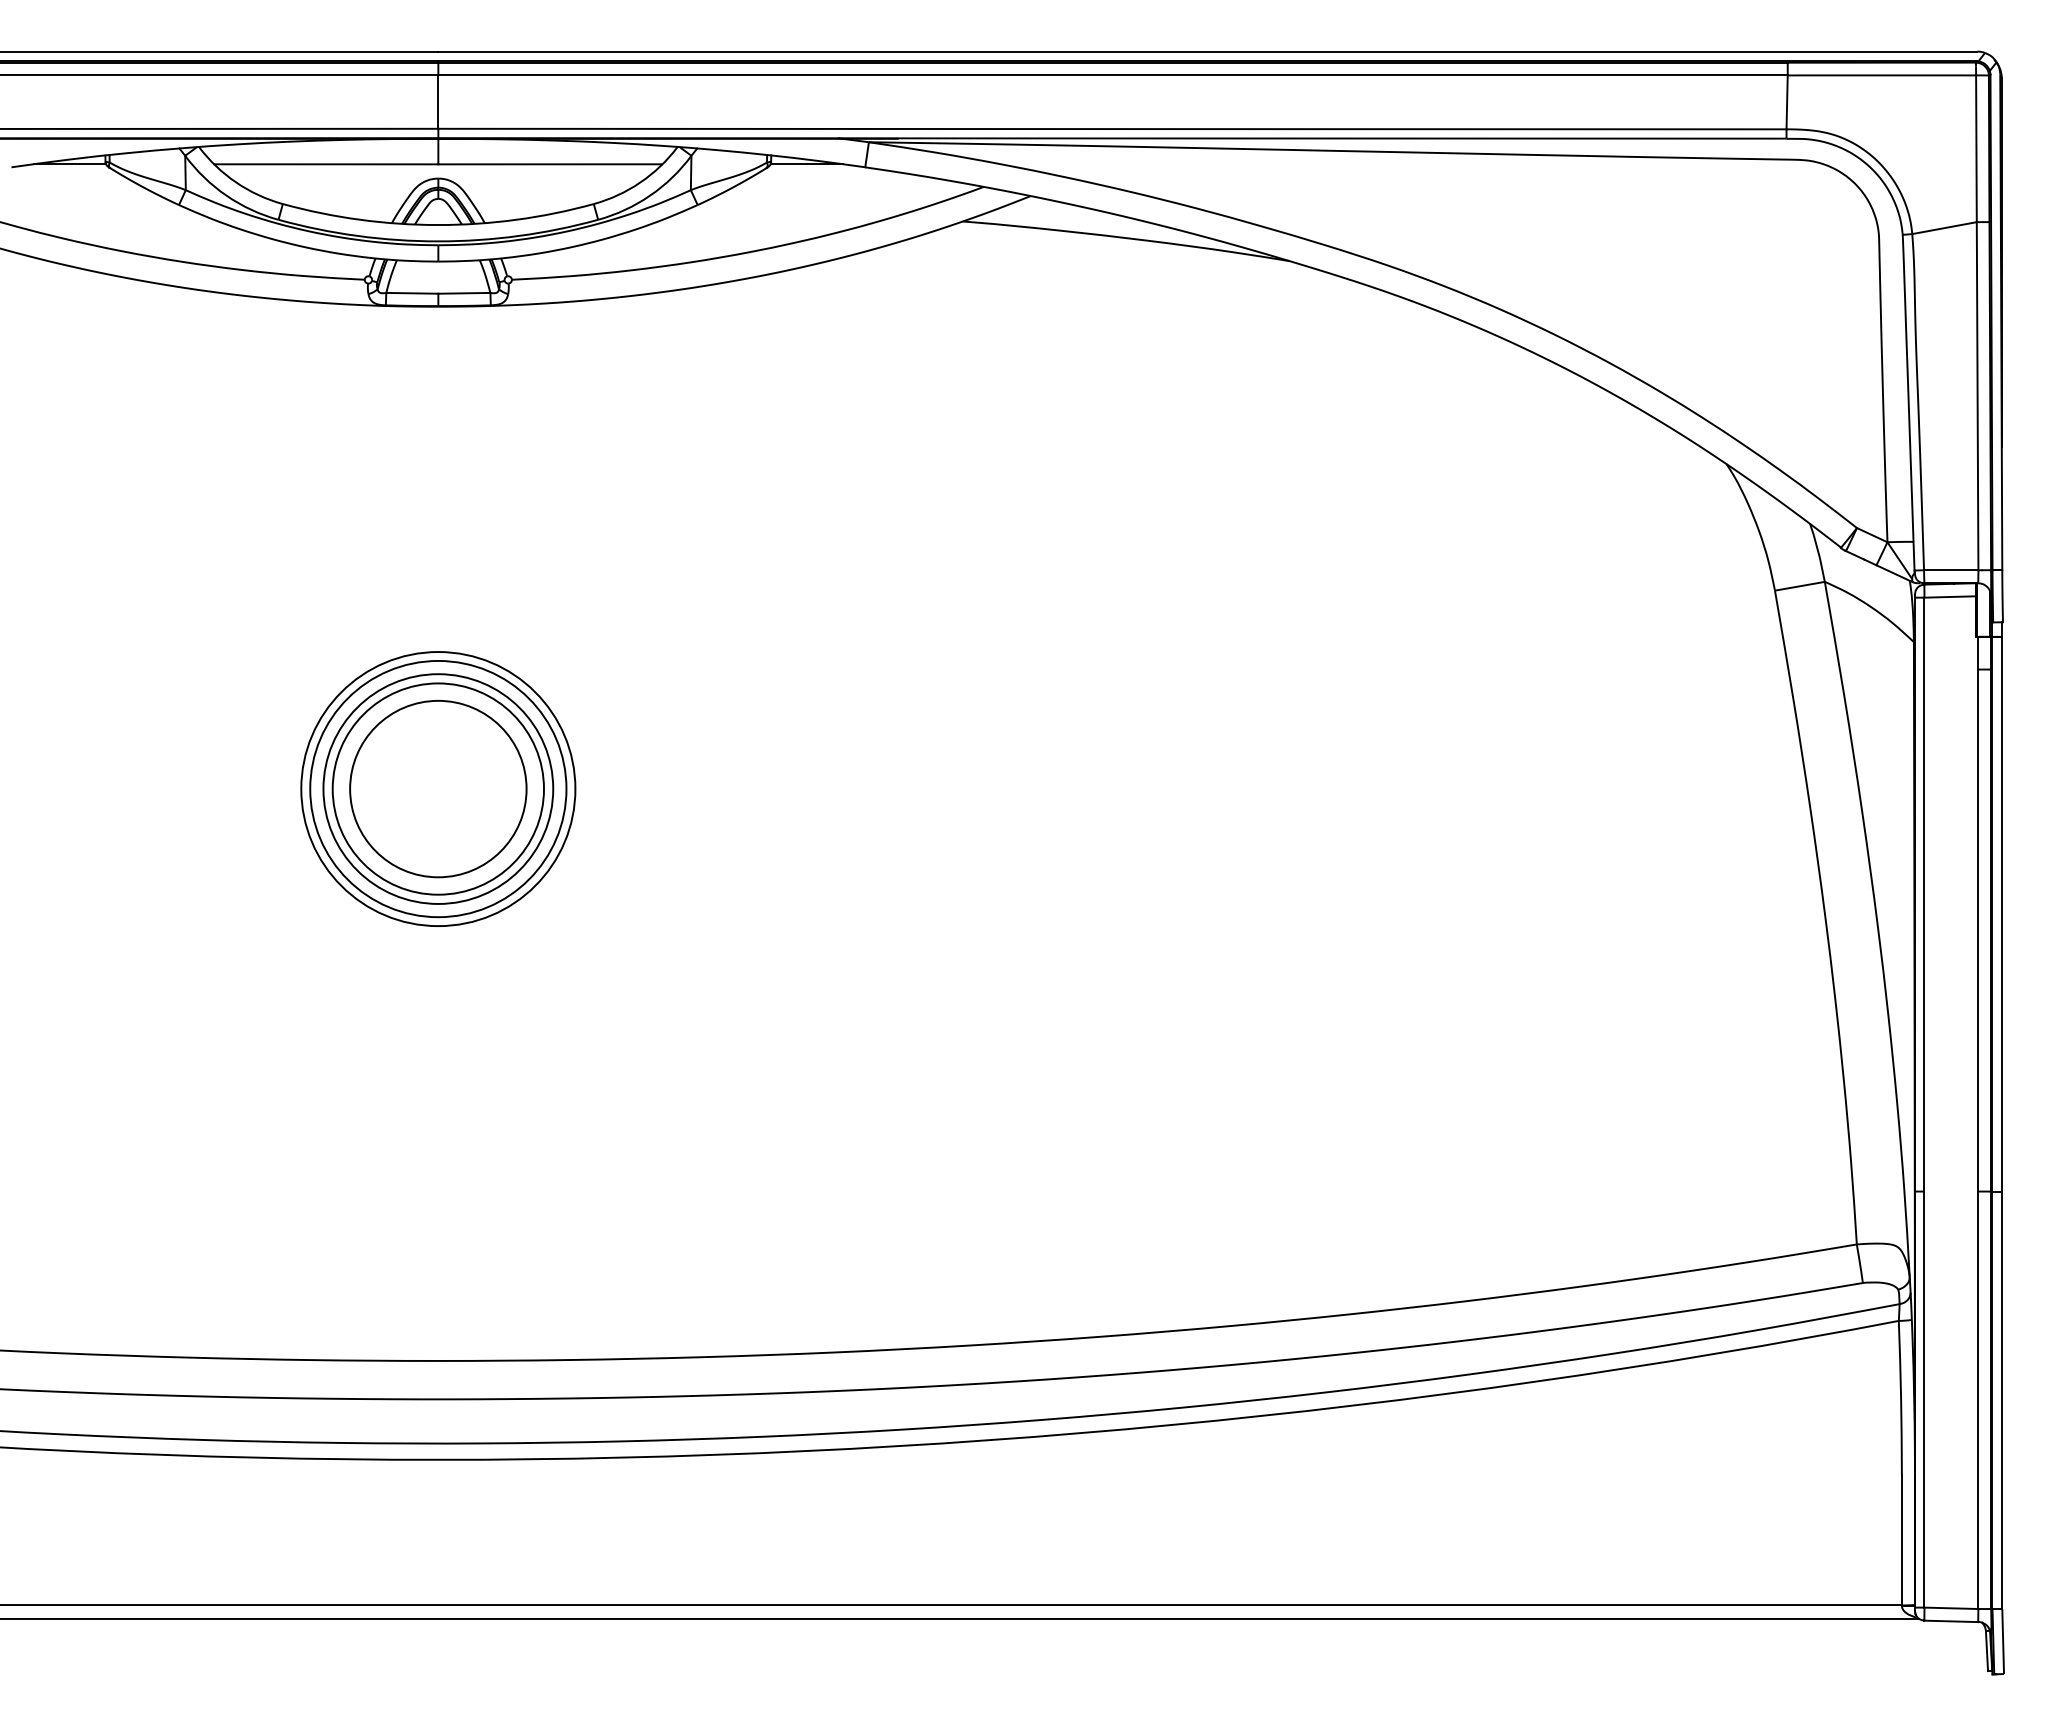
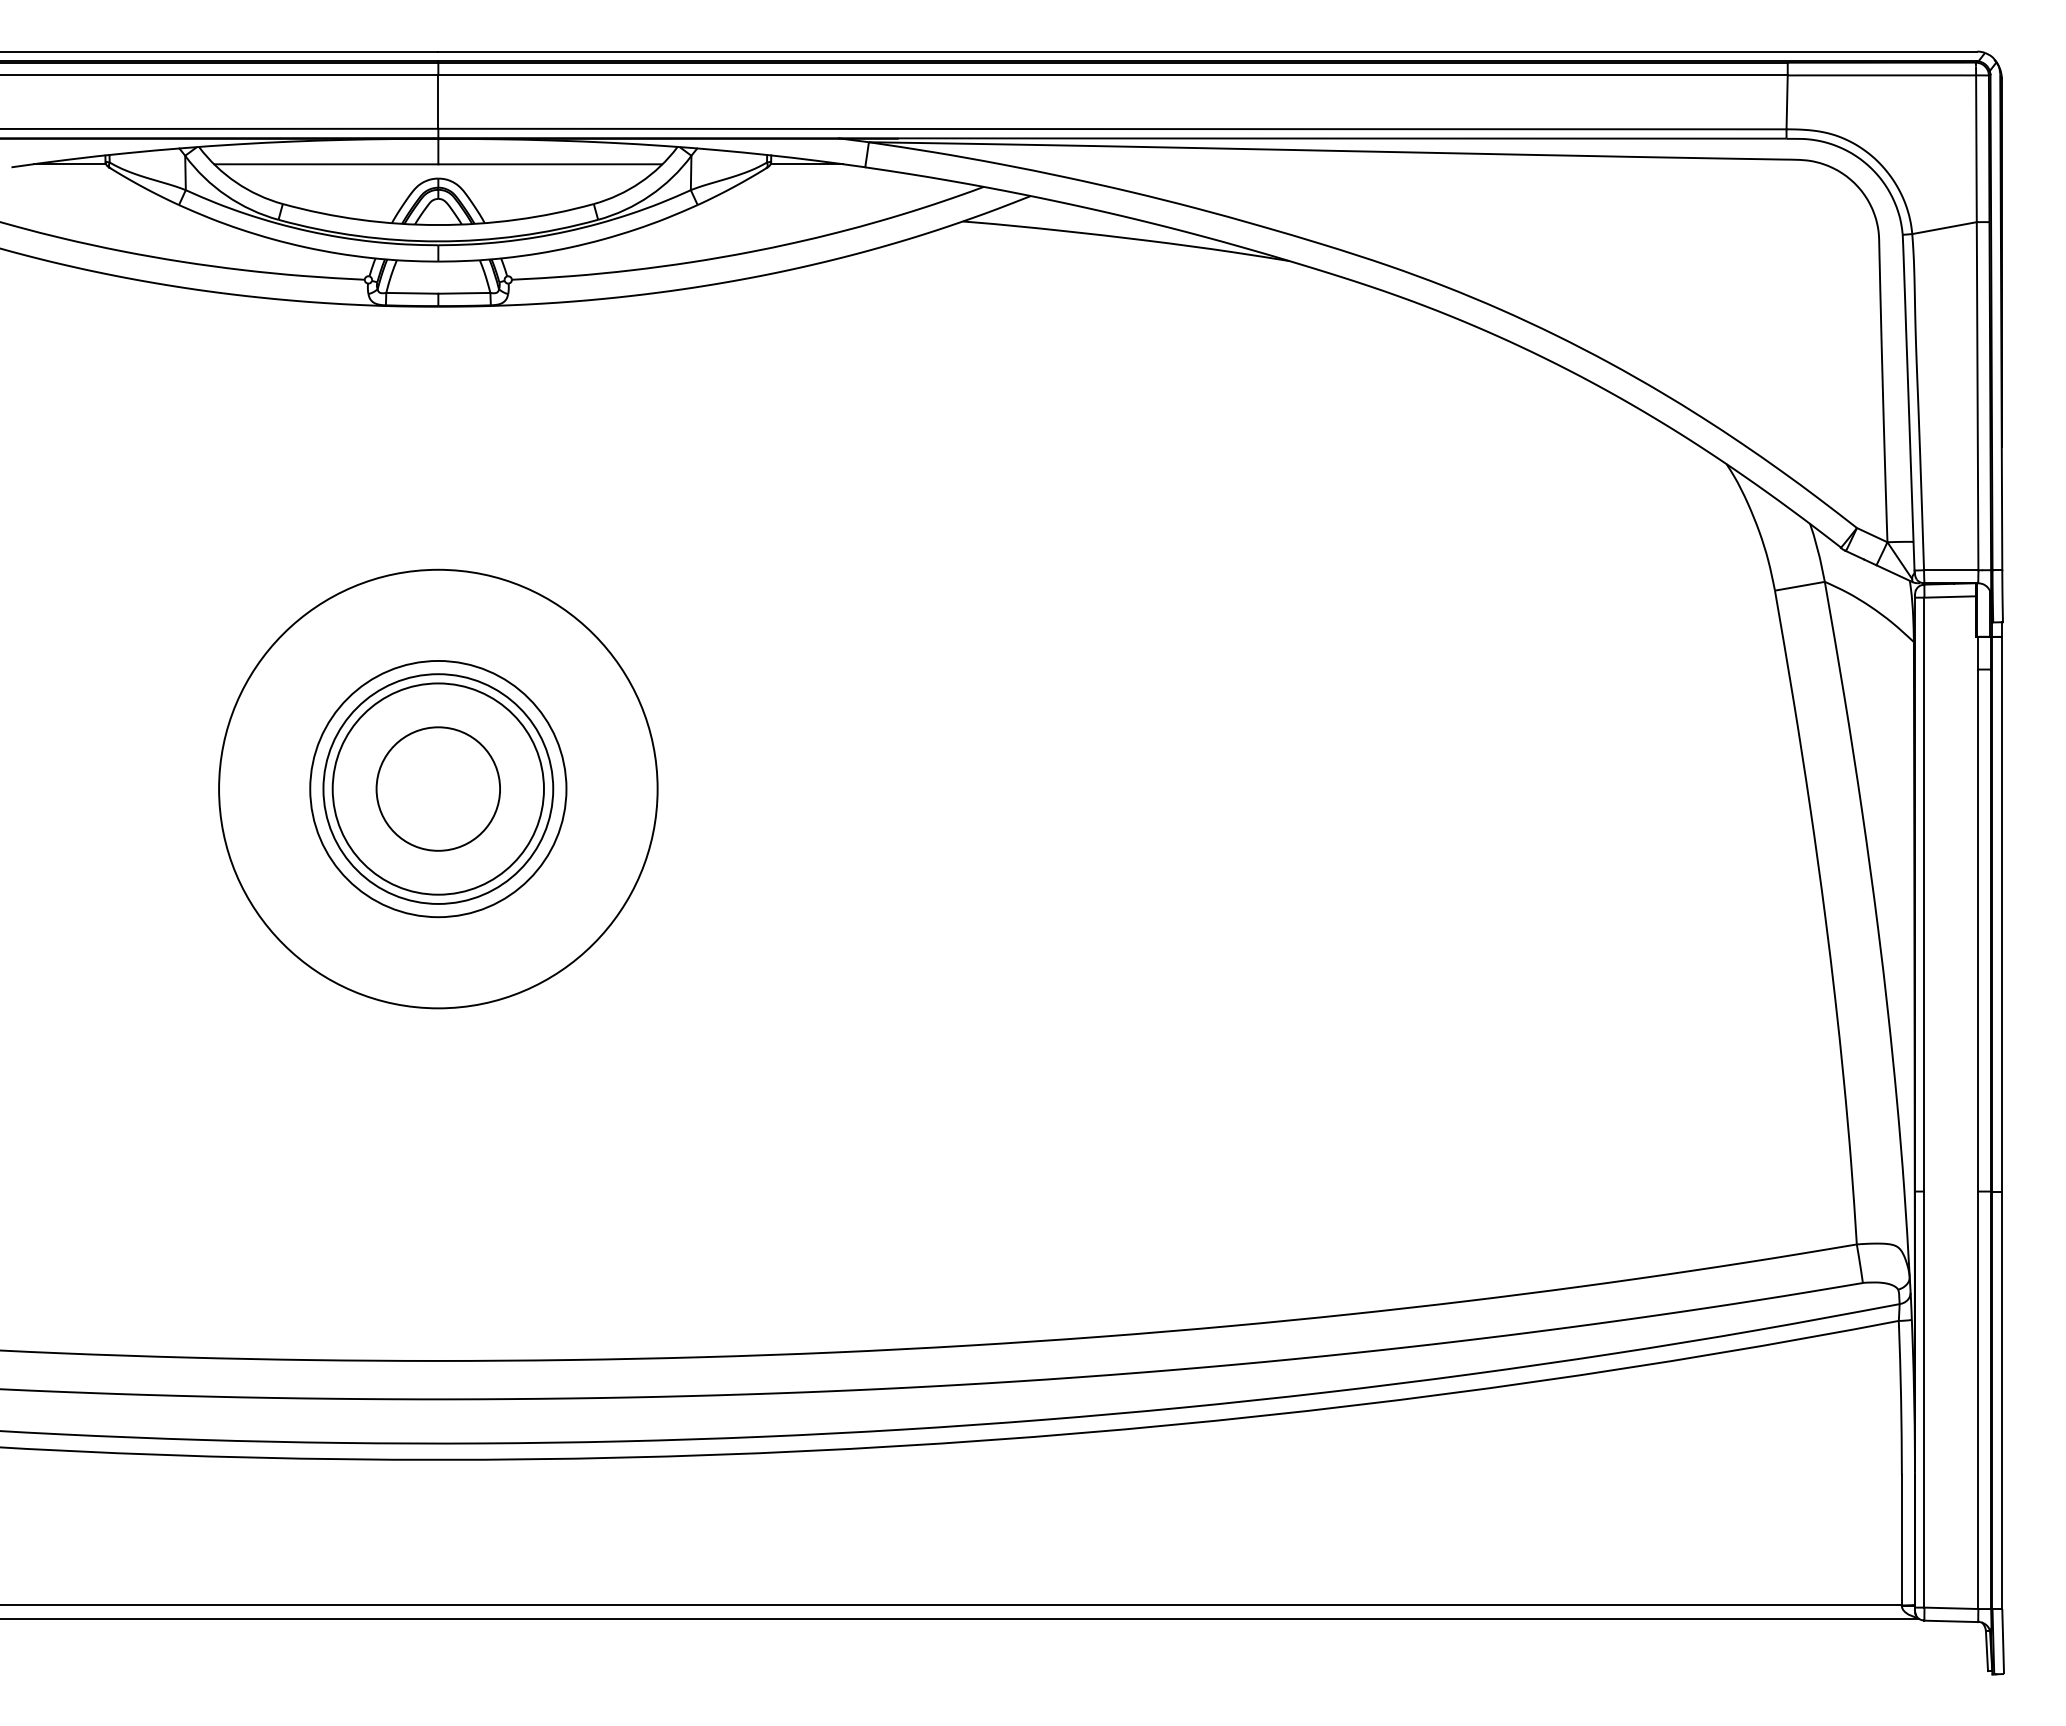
circle at (438, 788) diameter: 176 px -> 124 px
circle at (438, 789) diameter: 274 px -> 439 px
